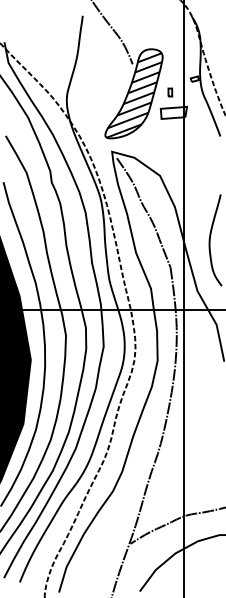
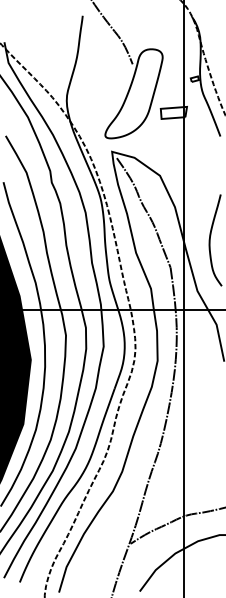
part at (170, 92): present -> none
hatch at (133, 93): present -> none
